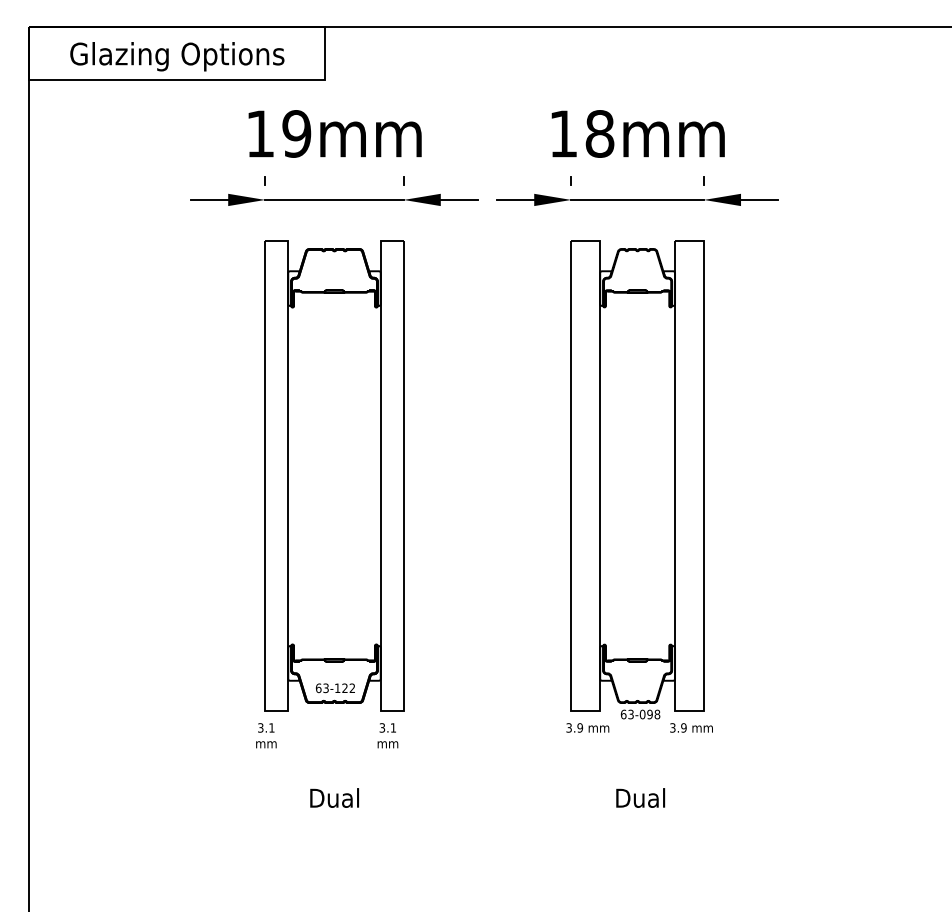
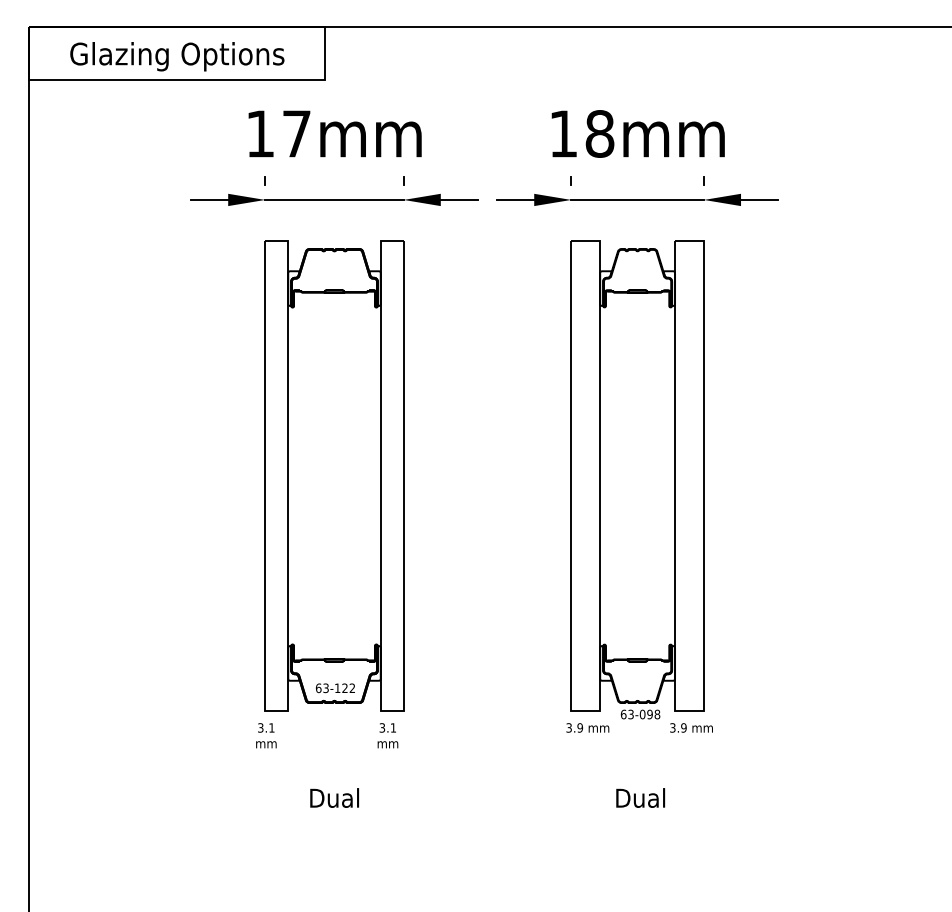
text at (296, 133): 19mm -> 17mm
